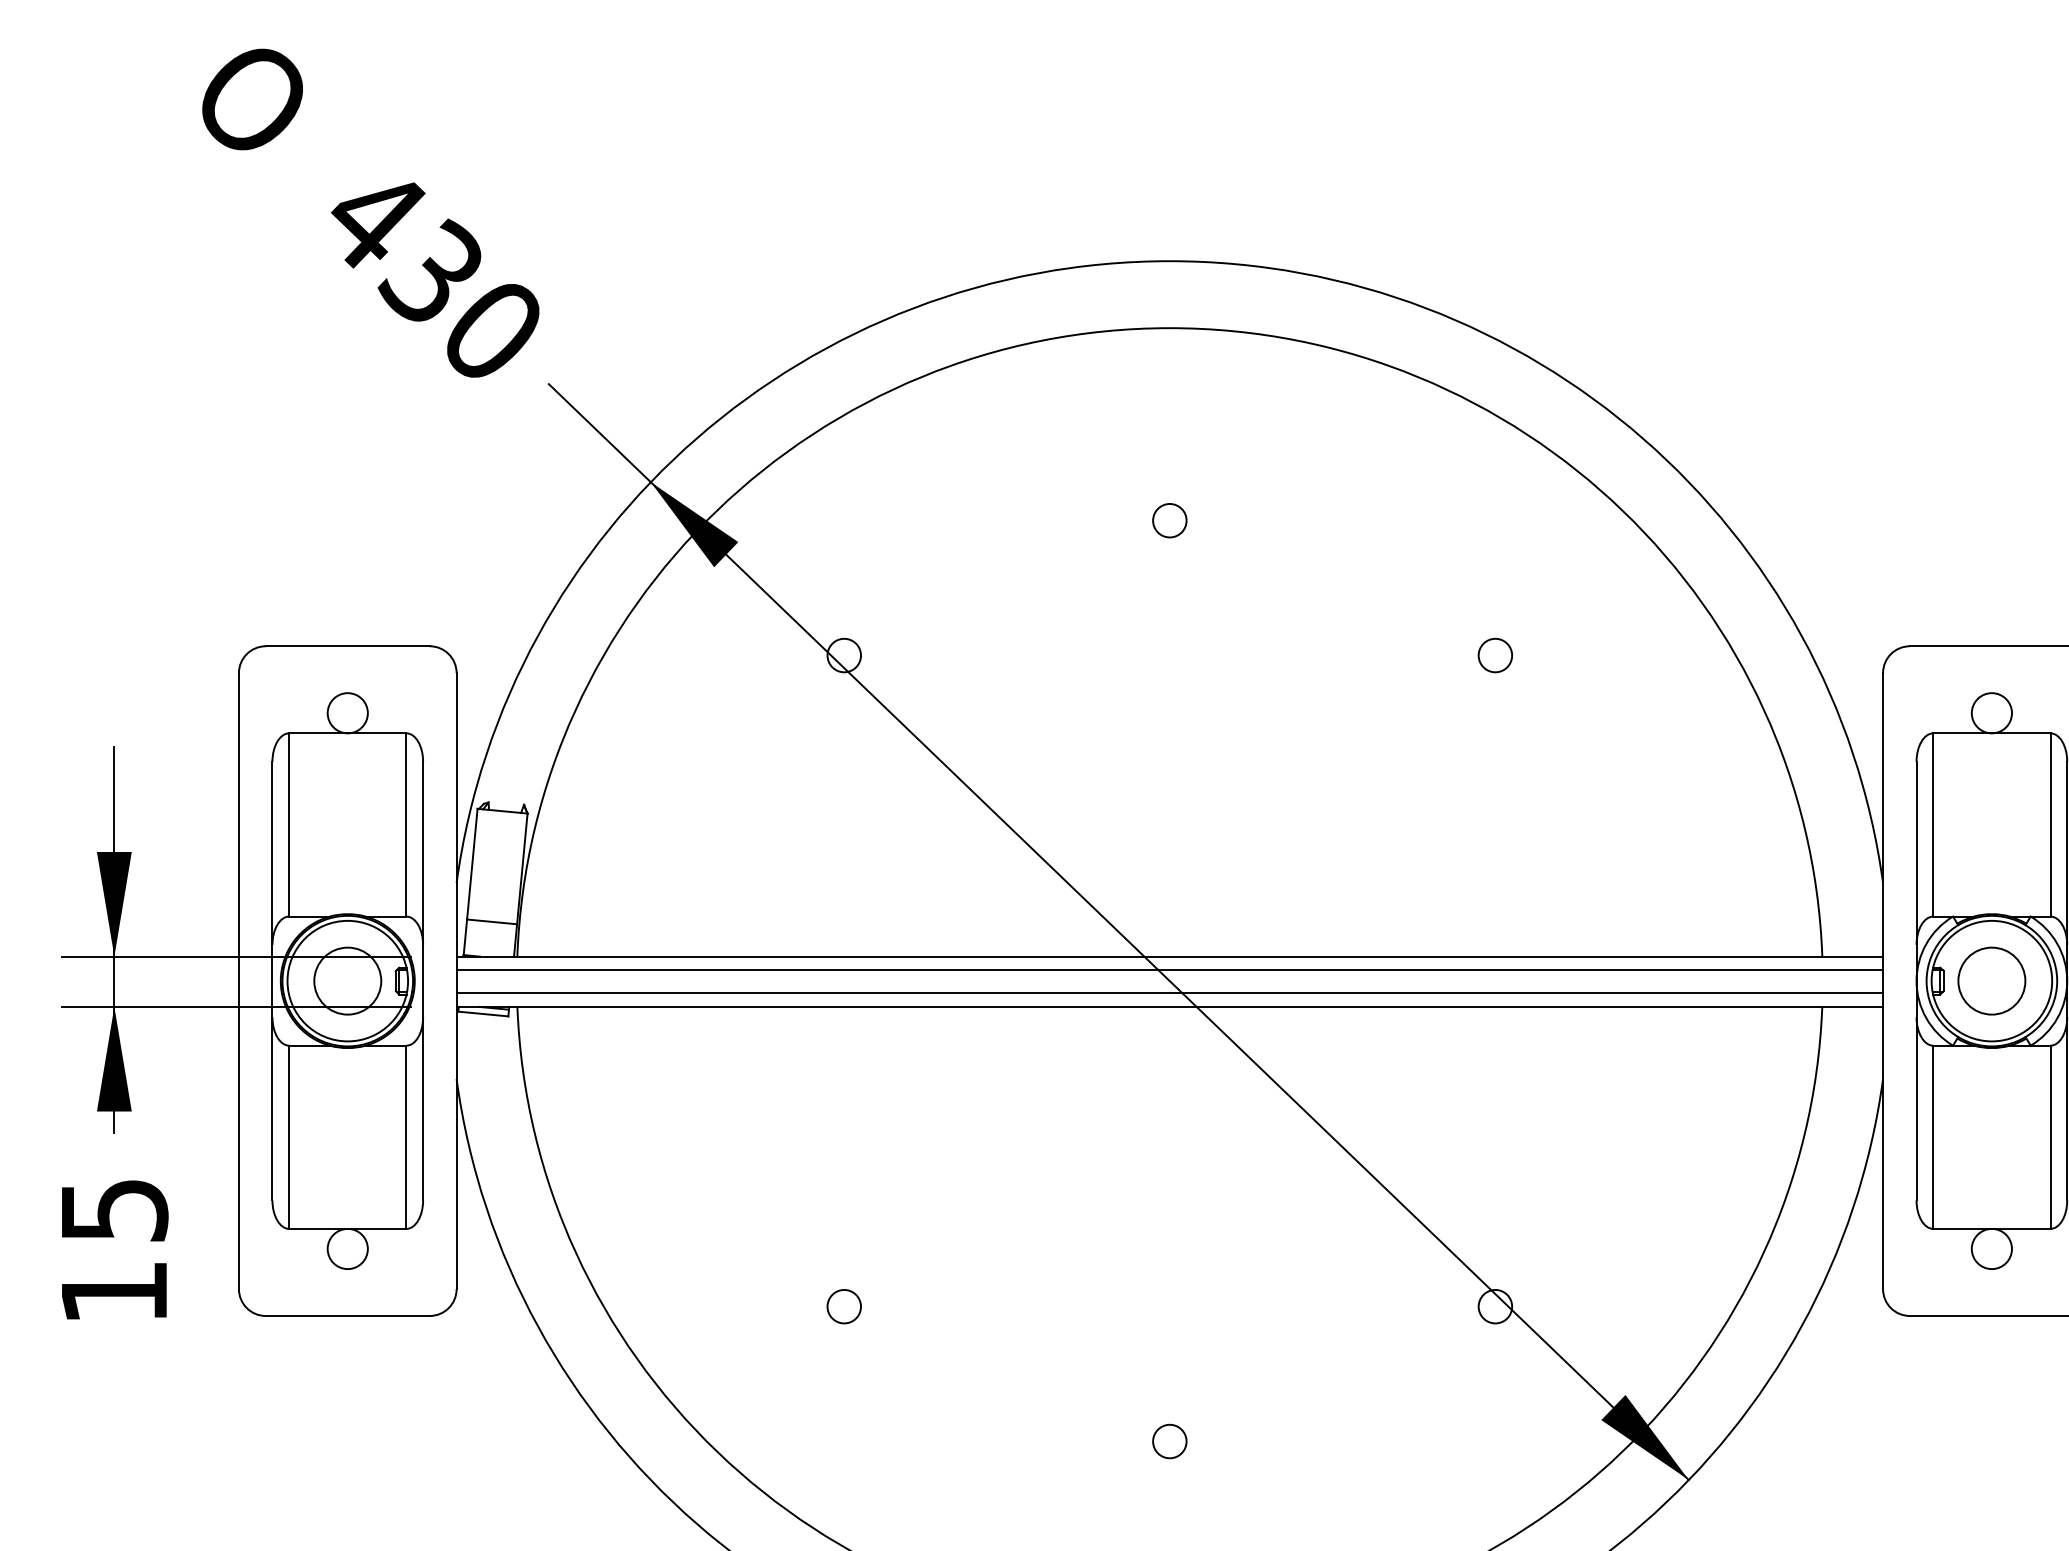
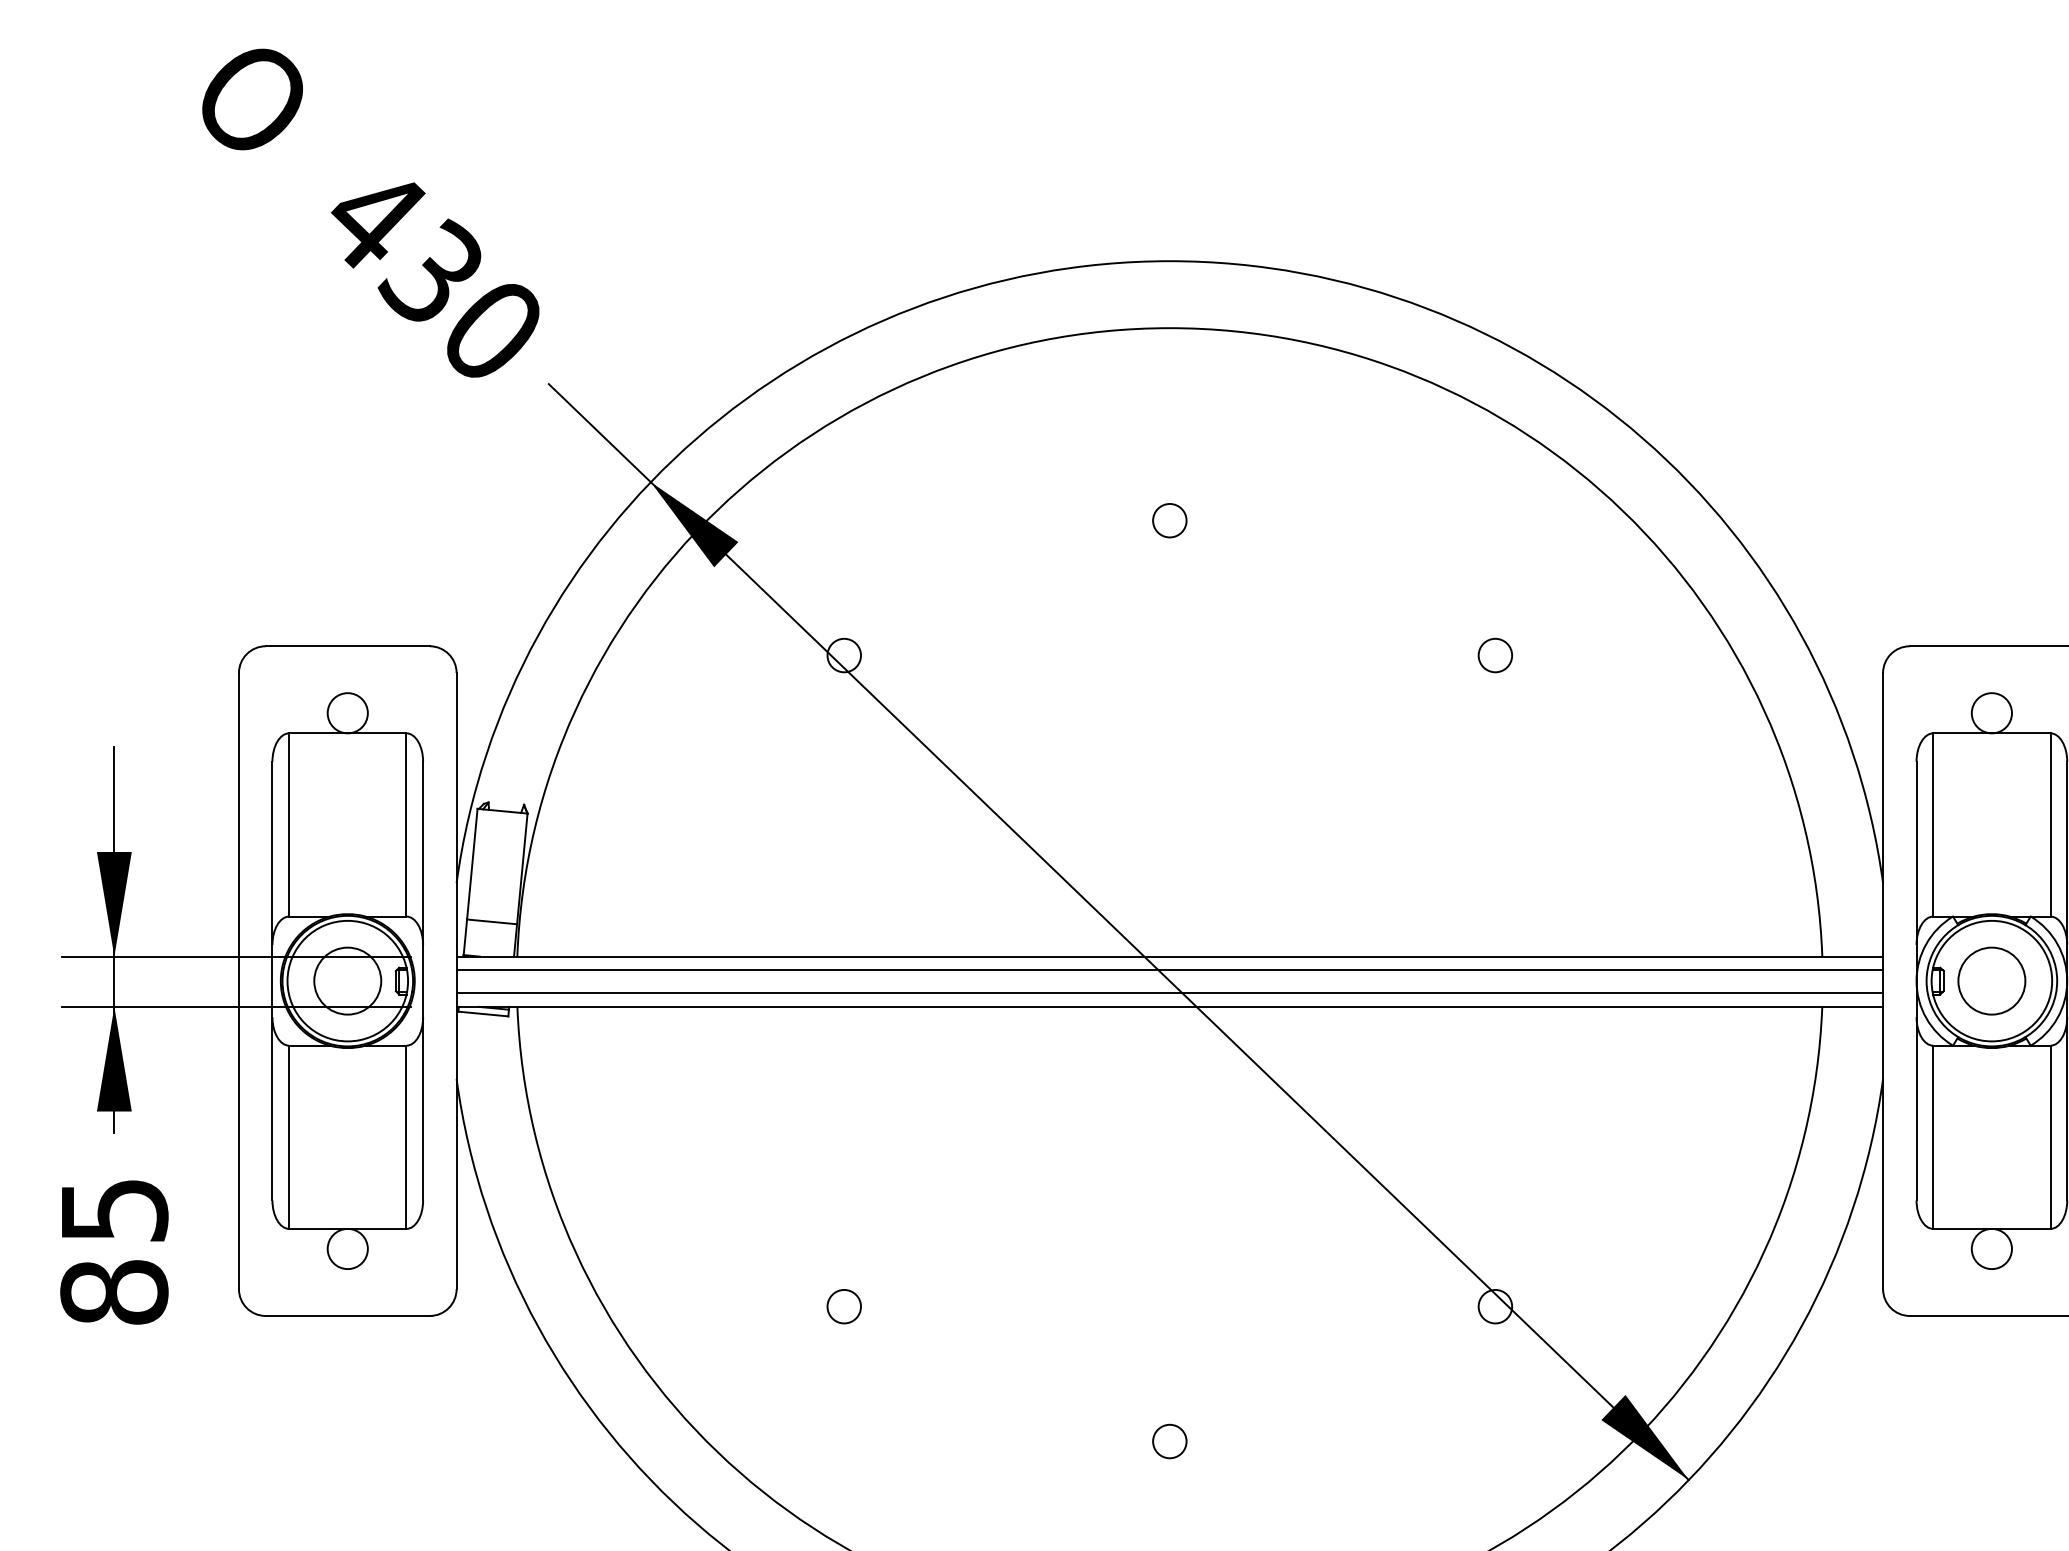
text at (114, 1292): 15 -> 85
